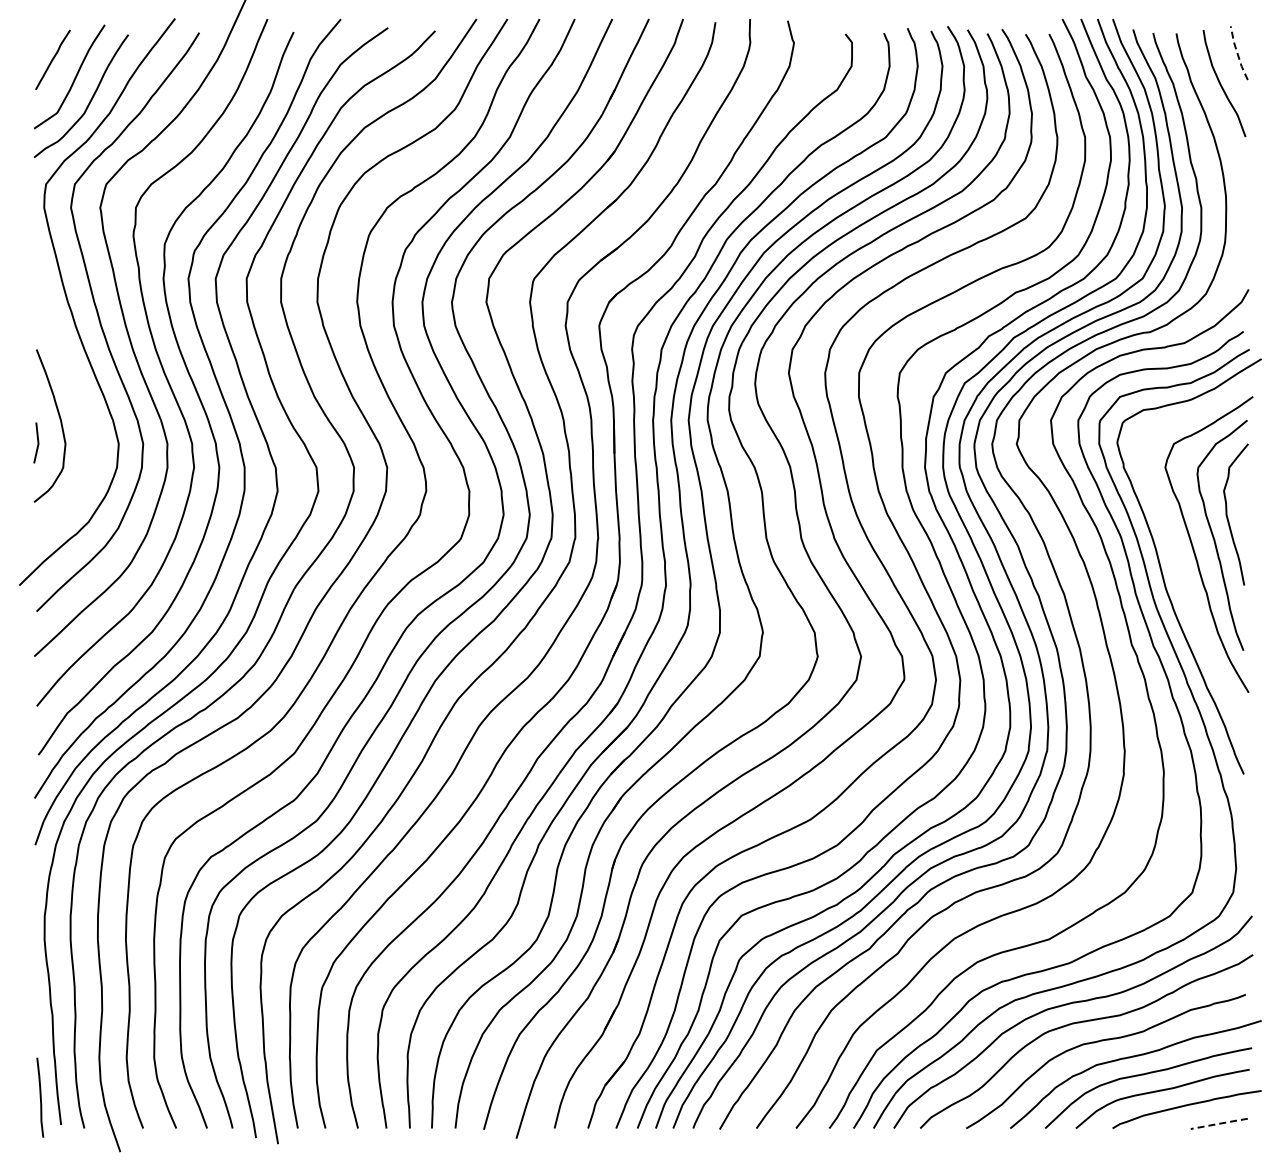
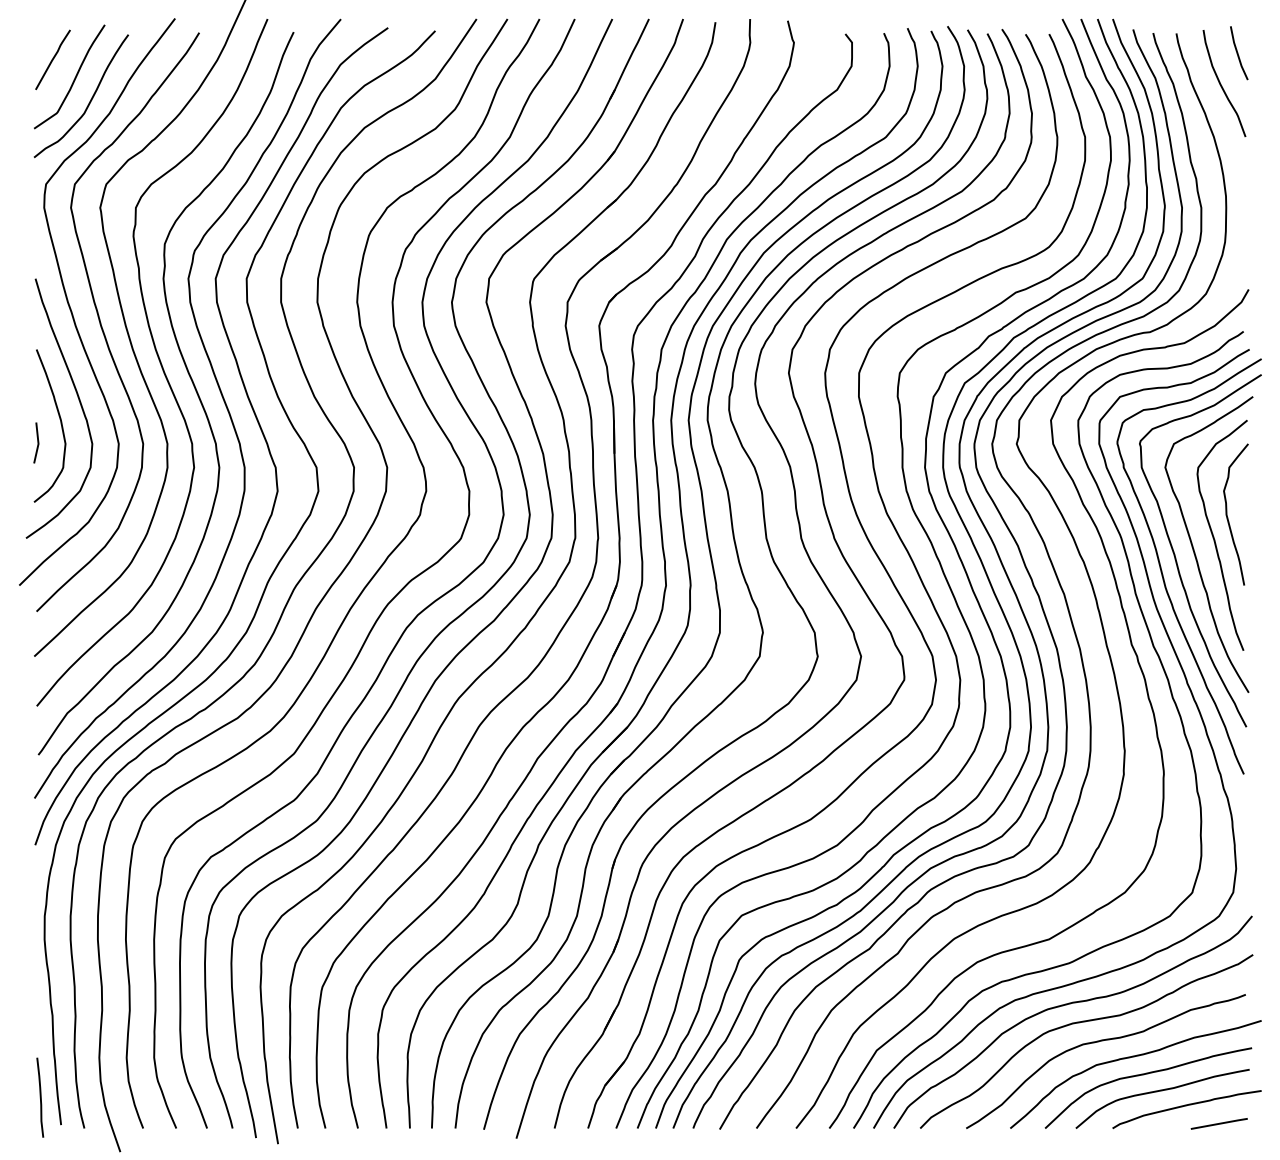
line at (1237, 53): dashed -> solid
curve at (78, 400): none -> present
curve at (1176, 557): none -> present
line at (1219, 1123): dashed -> solid
